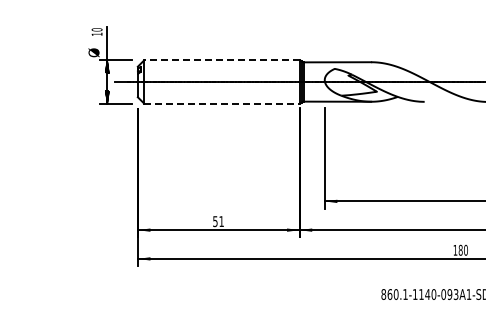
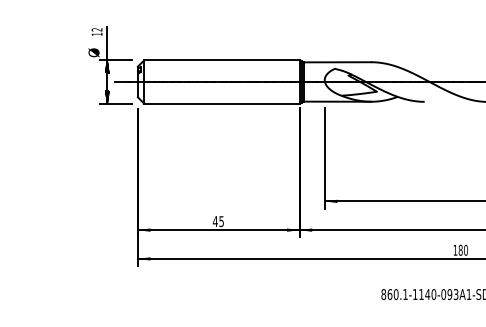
text at (96, 29): 10 -> 12
line at (221, 60): dashed -> solid
line at (221, 103): dashed -> solid
text at (217, 221): 51 -> 45
